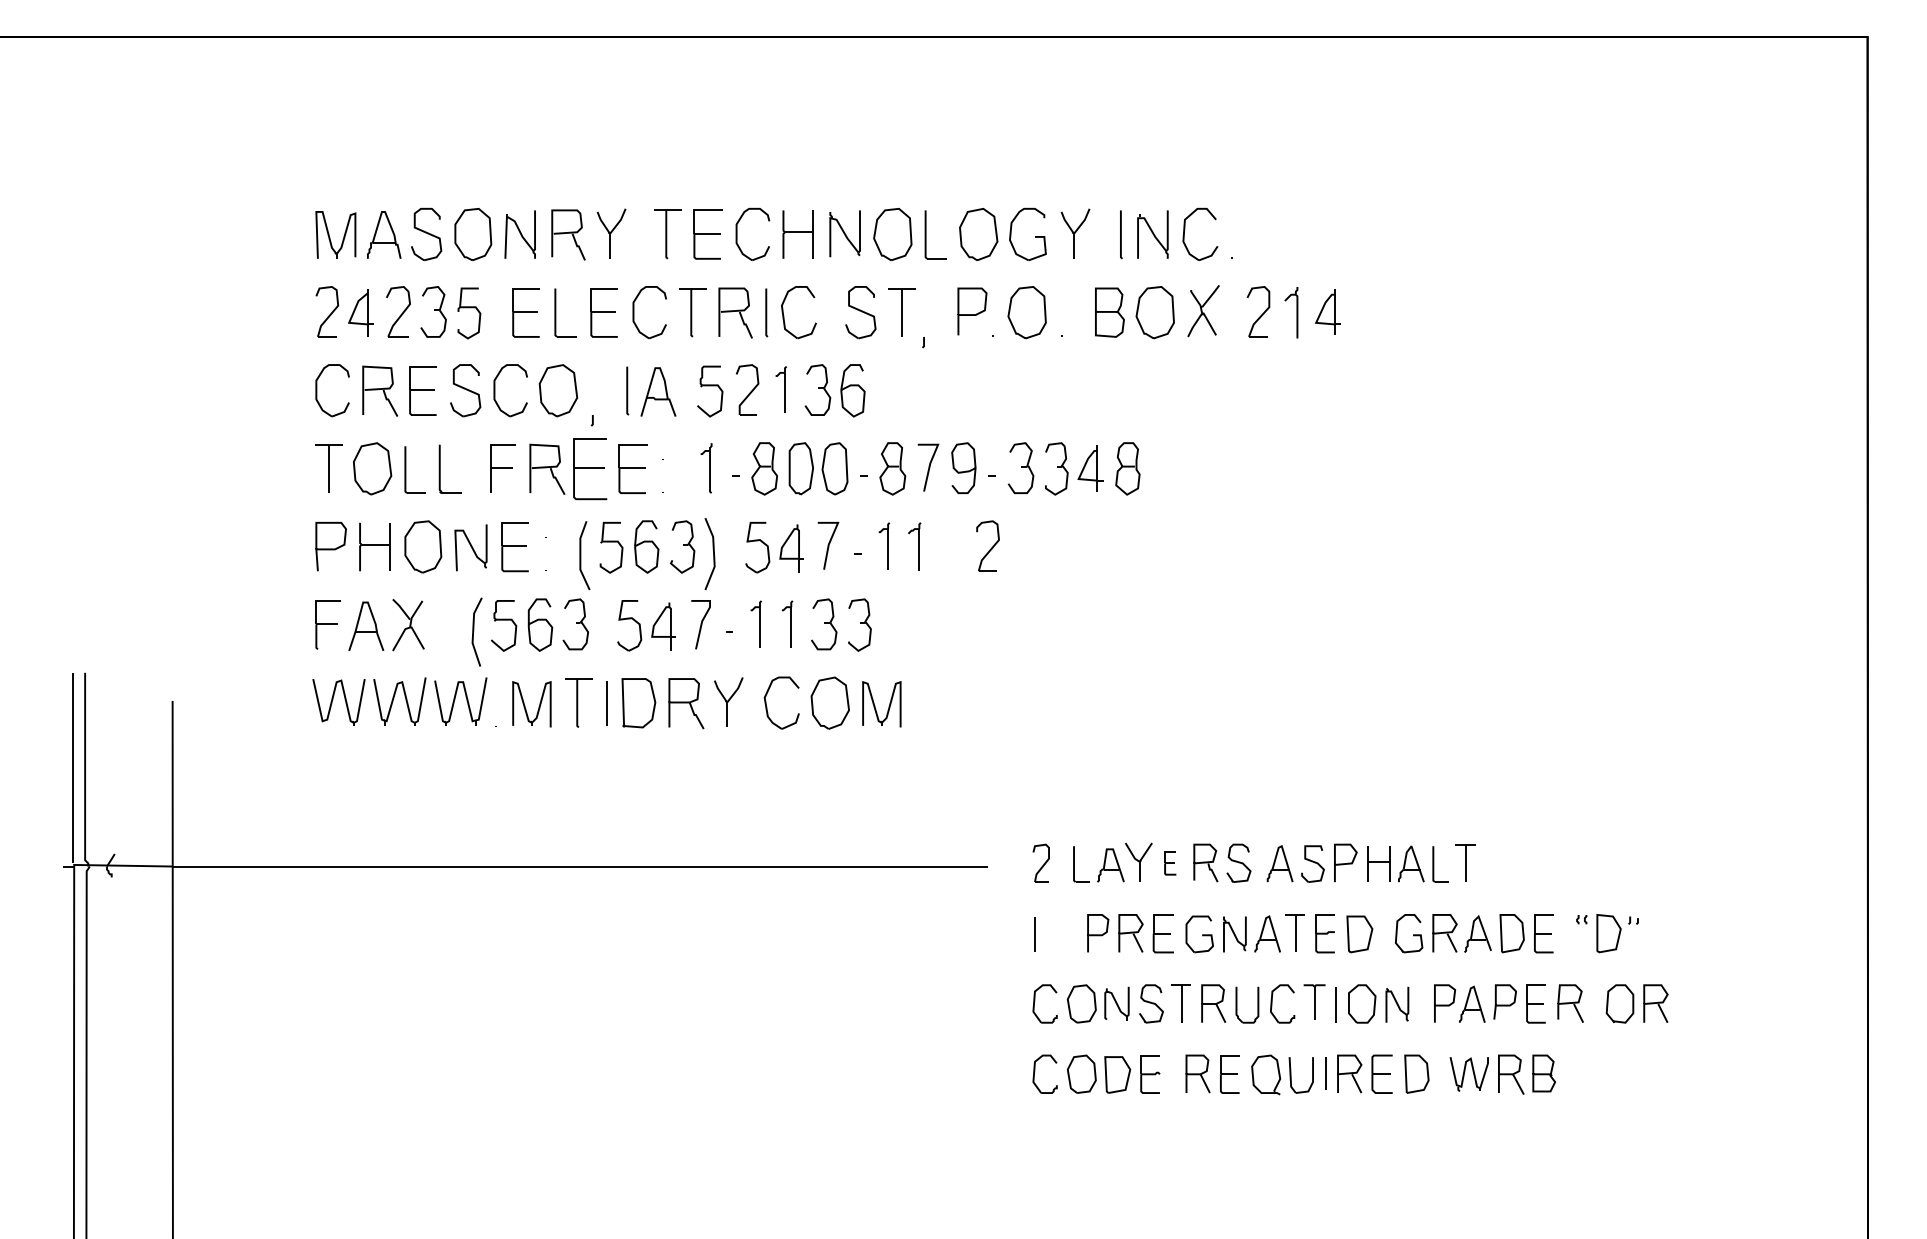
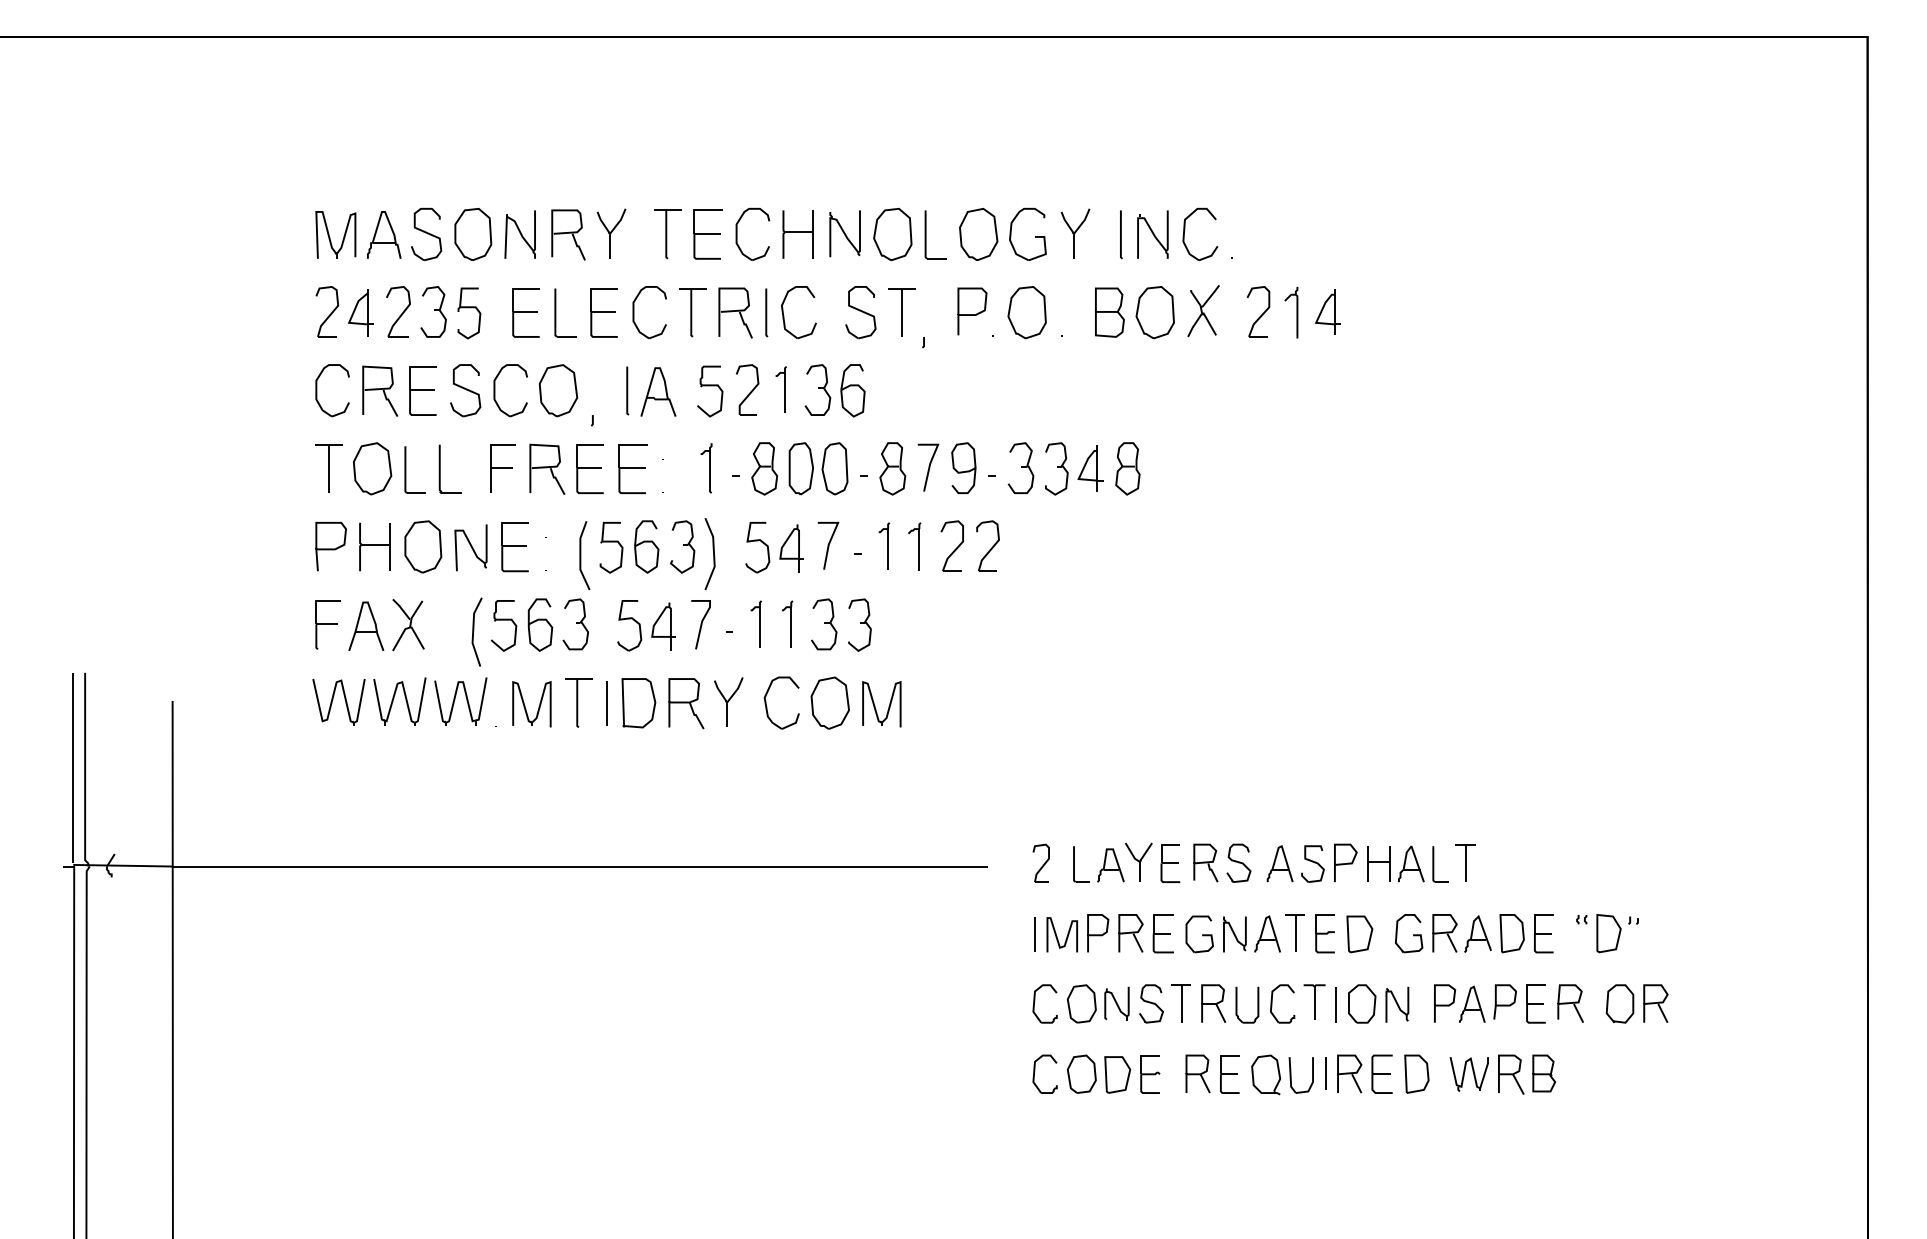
part at (590, 469) size: 35x63 px -> 28x50 px
part at (951, 545): none -> present
part at (1170, 863) size: 13x25 px -> 21x39 px
curve at (1057, 936): none -> present
